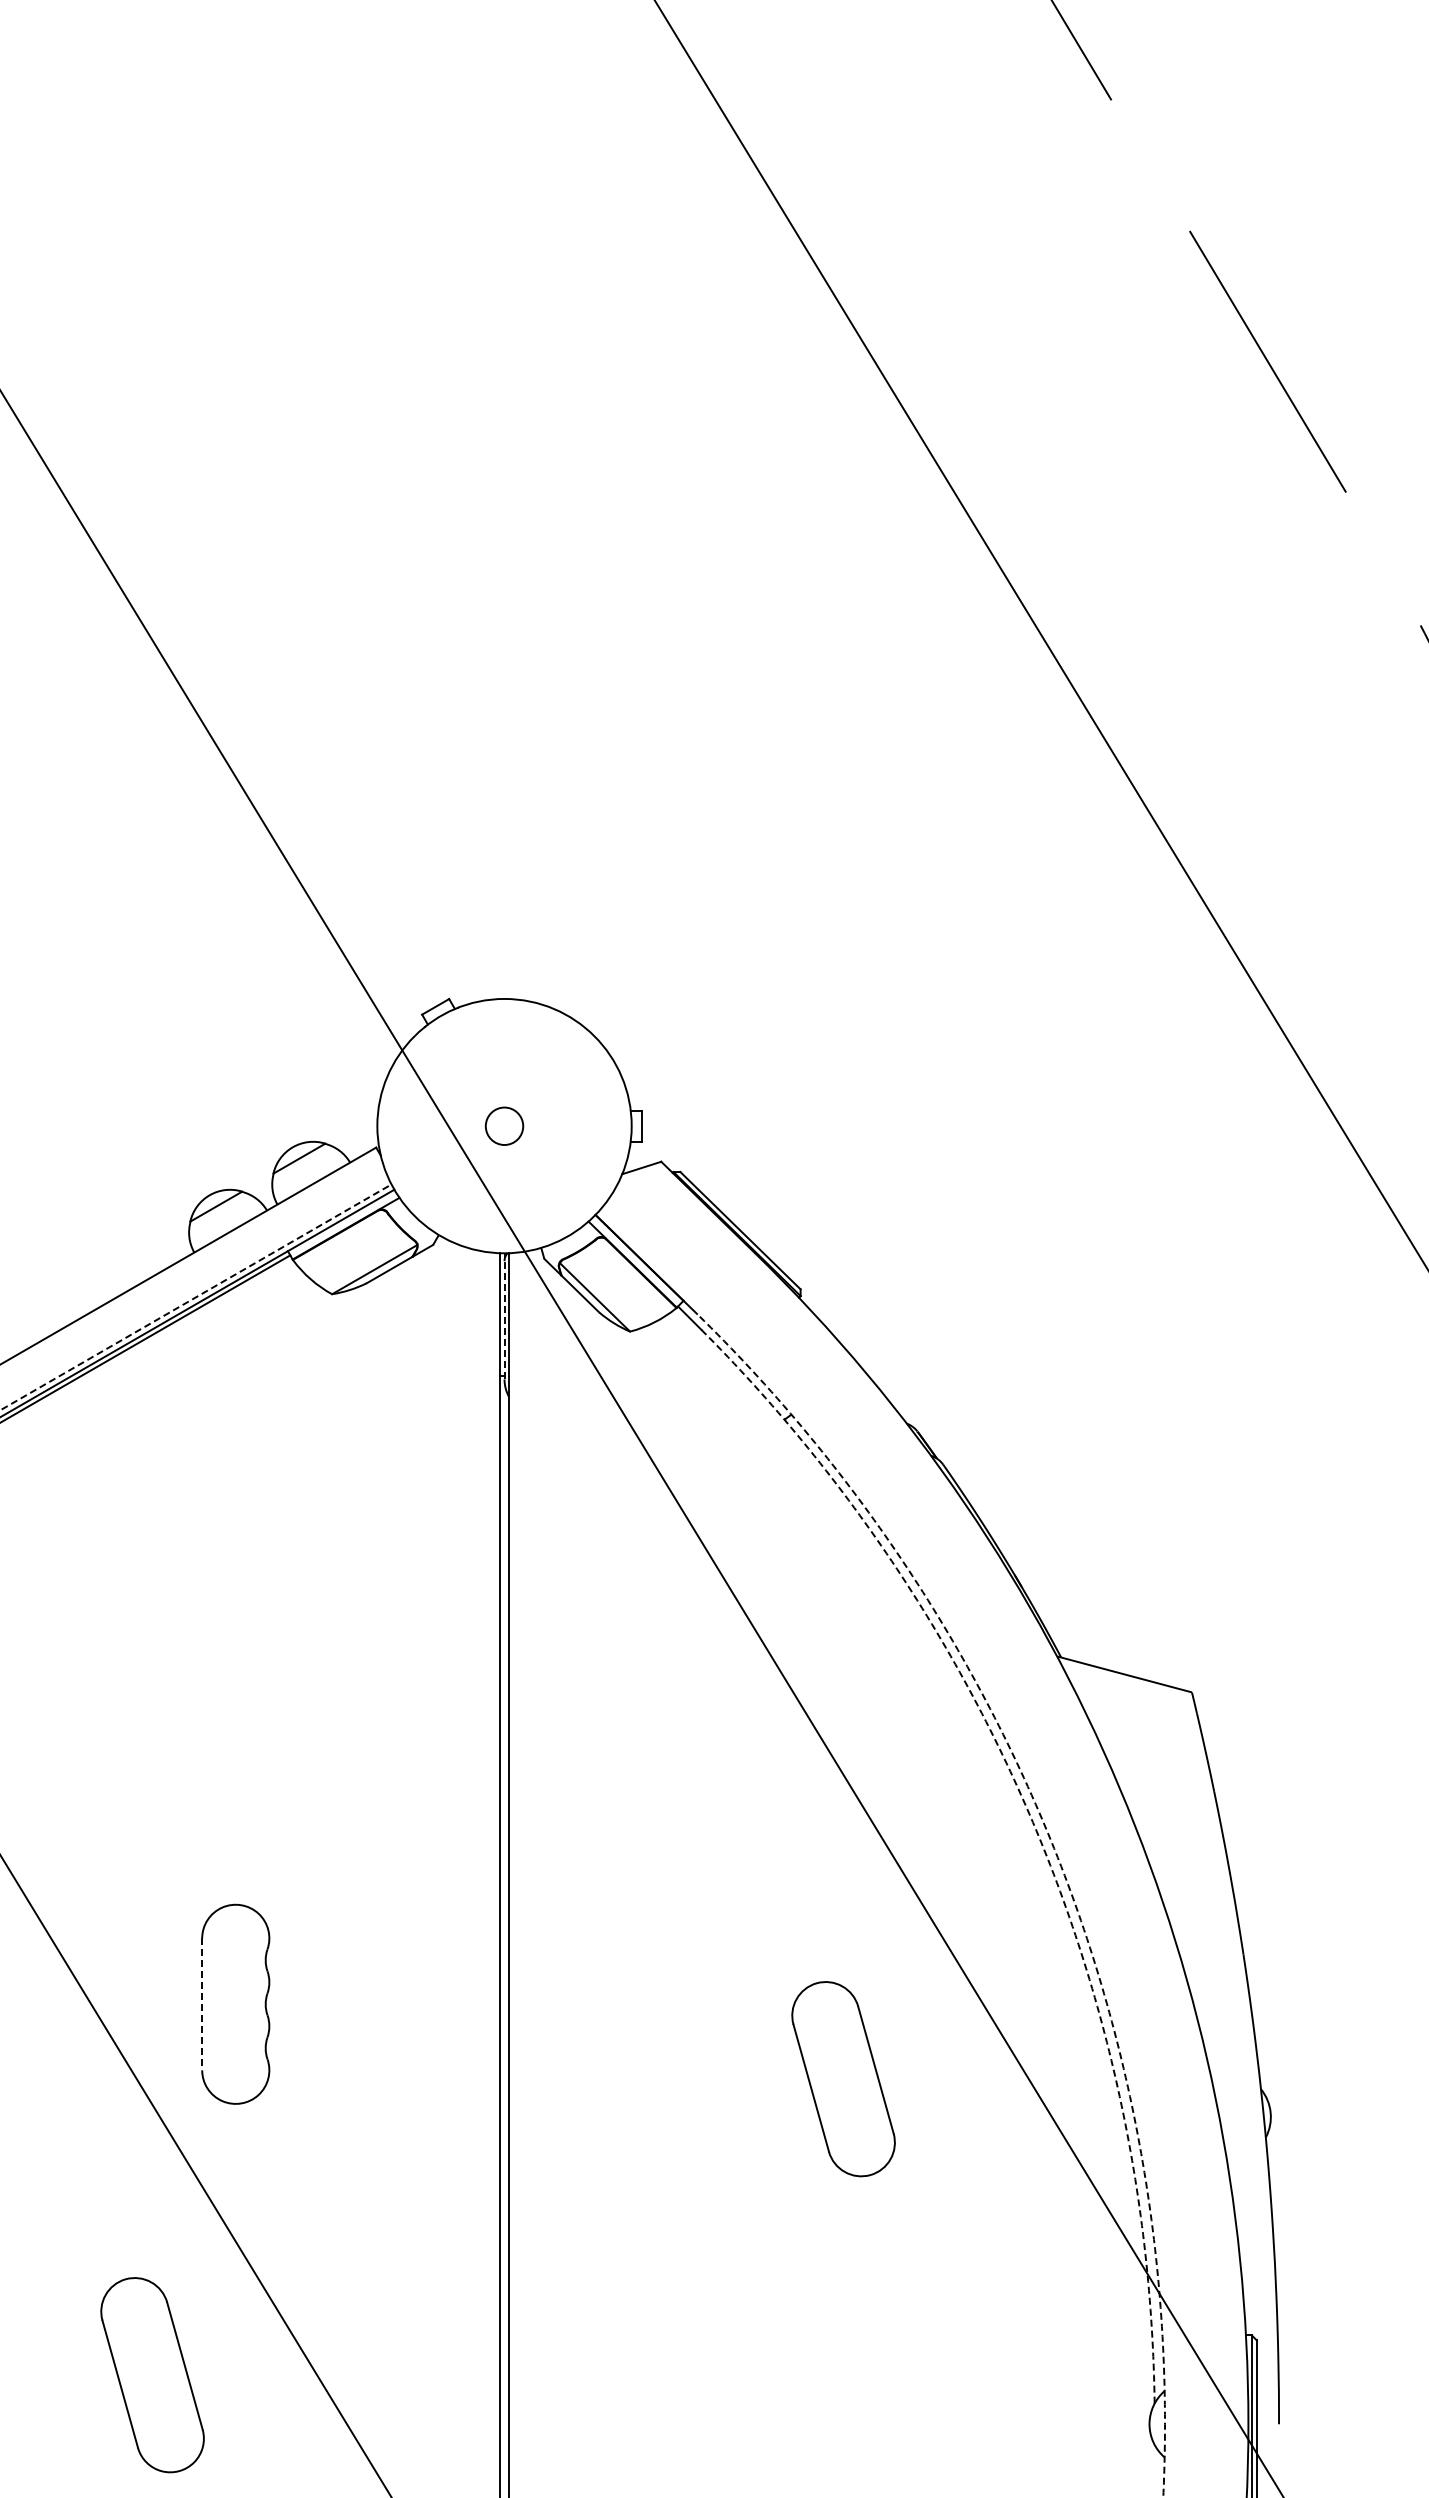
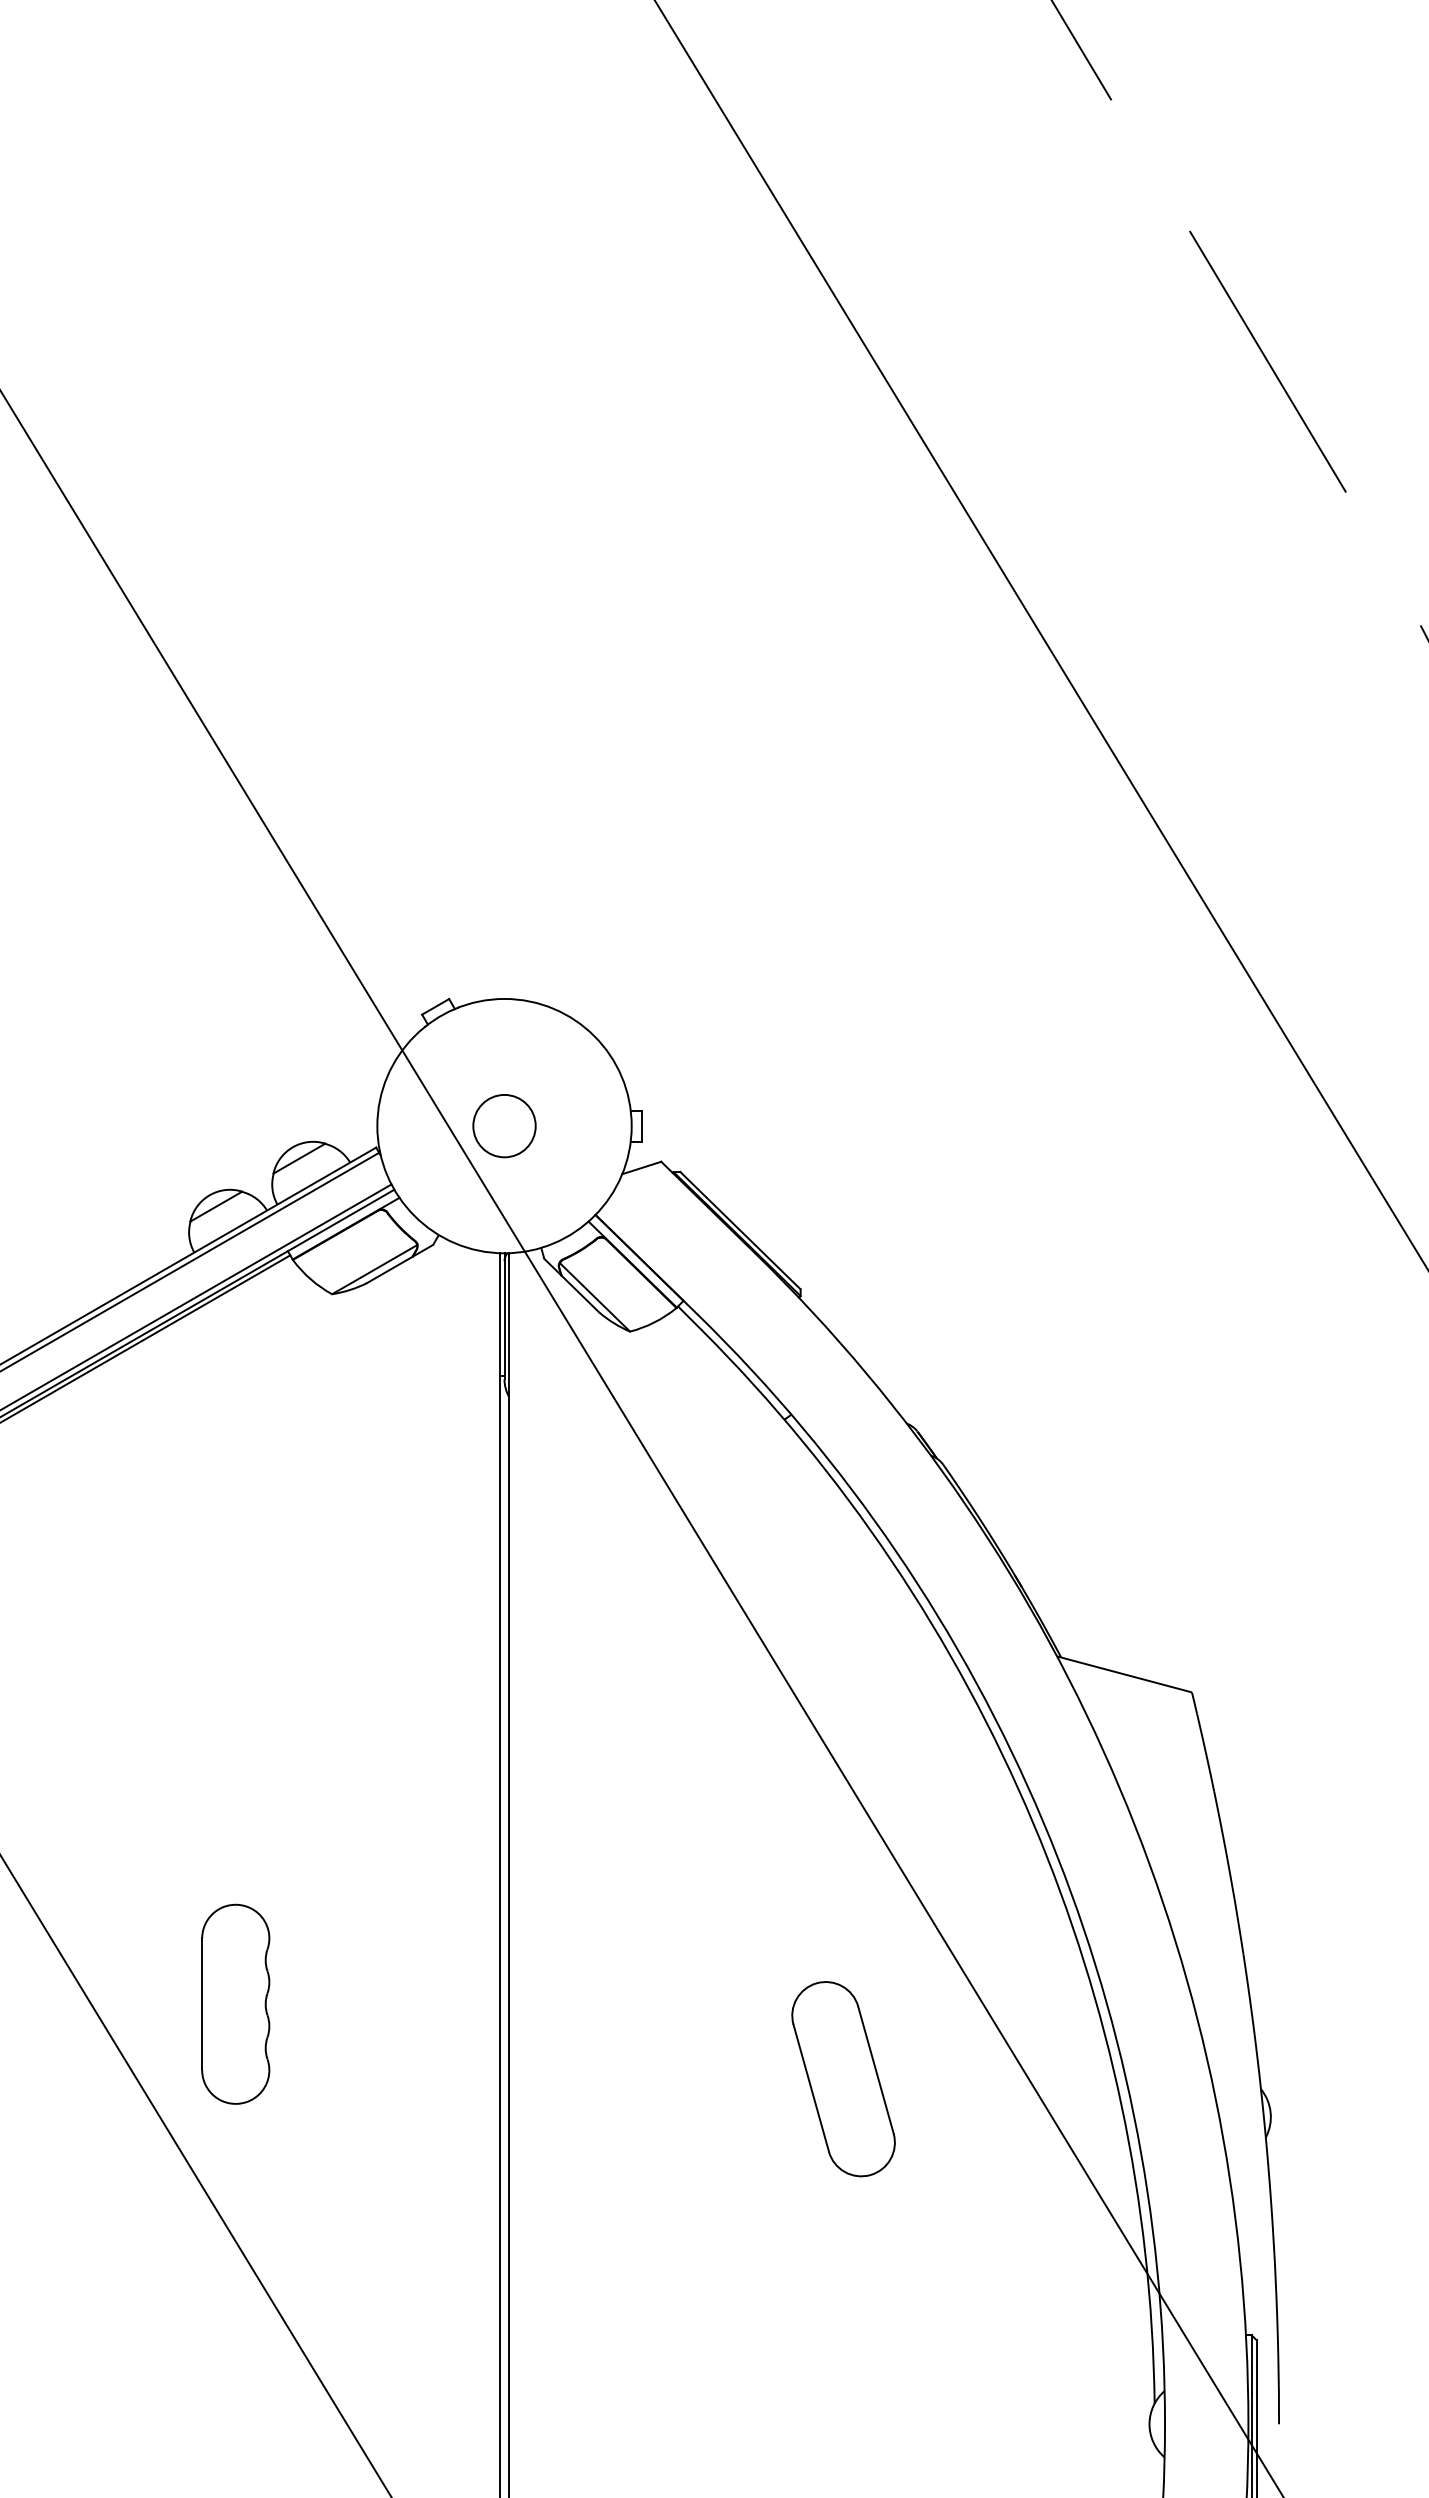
circle at (504, 1125) size: 41x40 px -> 65x65 px
line at (190, 1261): none -> present
line at (195, 1297): dashed -> solid
line at (504, 1315): dashed -> solid
arc at (1033, 1822): dashed -> solid
arc at (1057, 1856): dashed -> solid
line at (202, 2004): dashed -> solid
part at (152, 2375): present -> none
